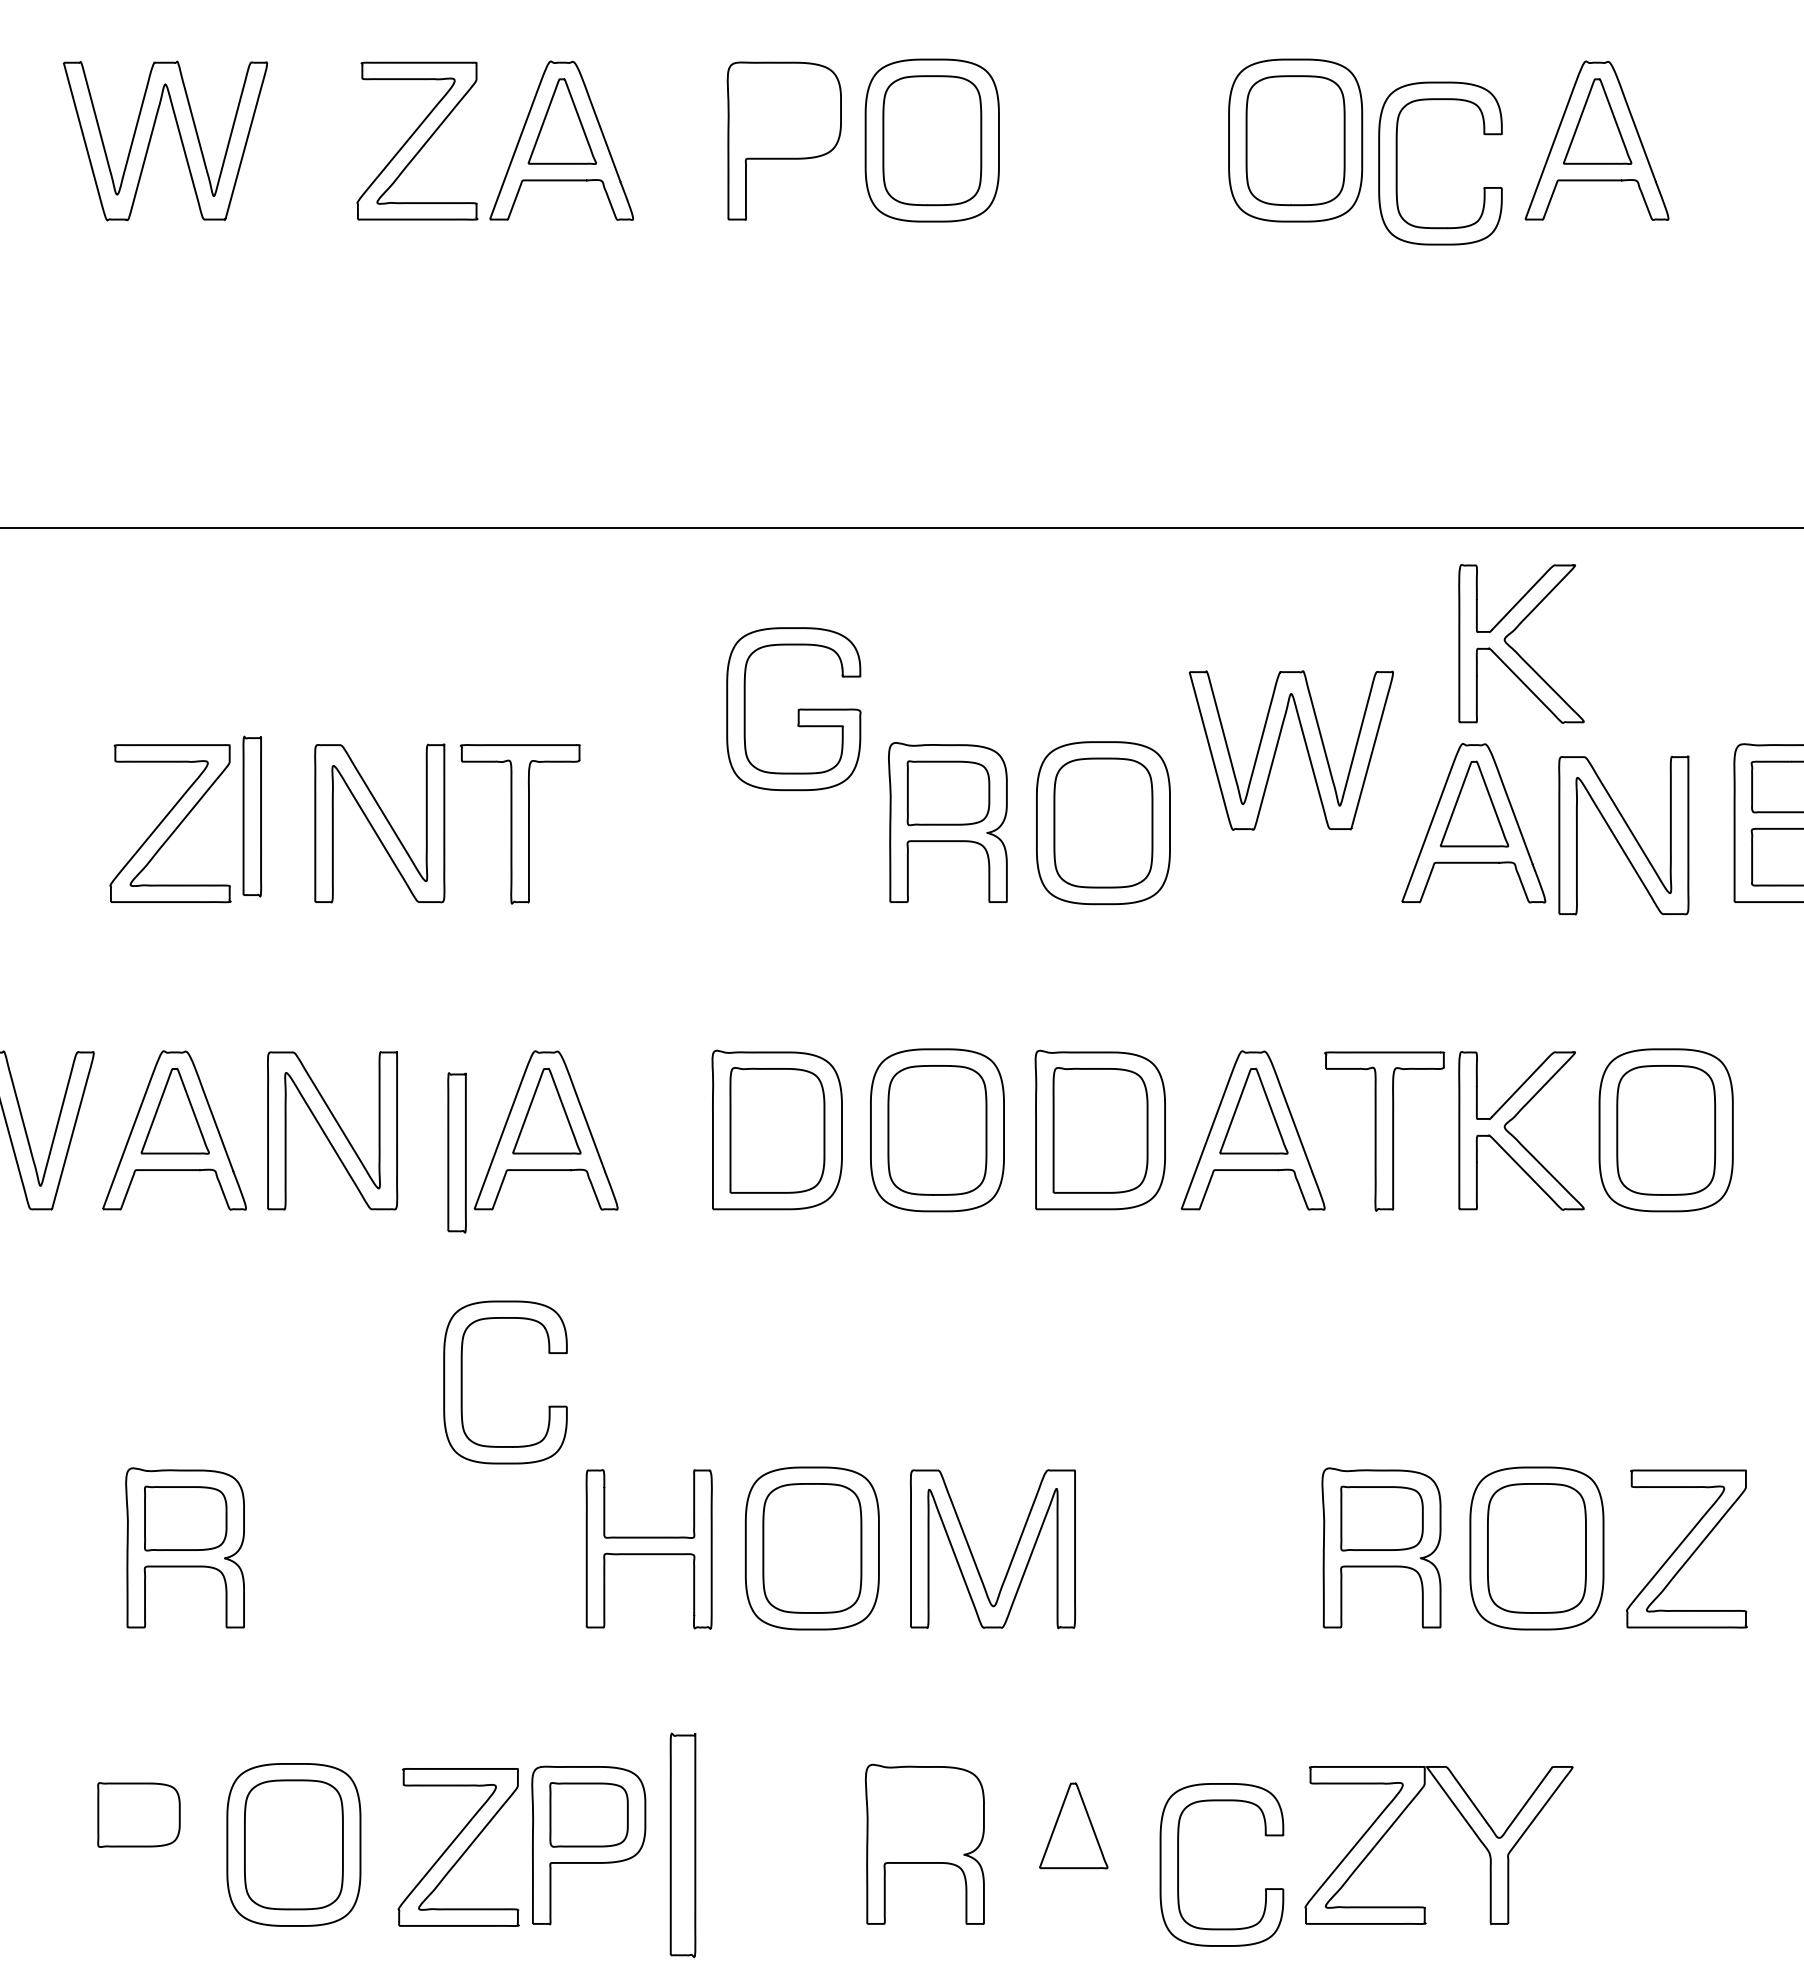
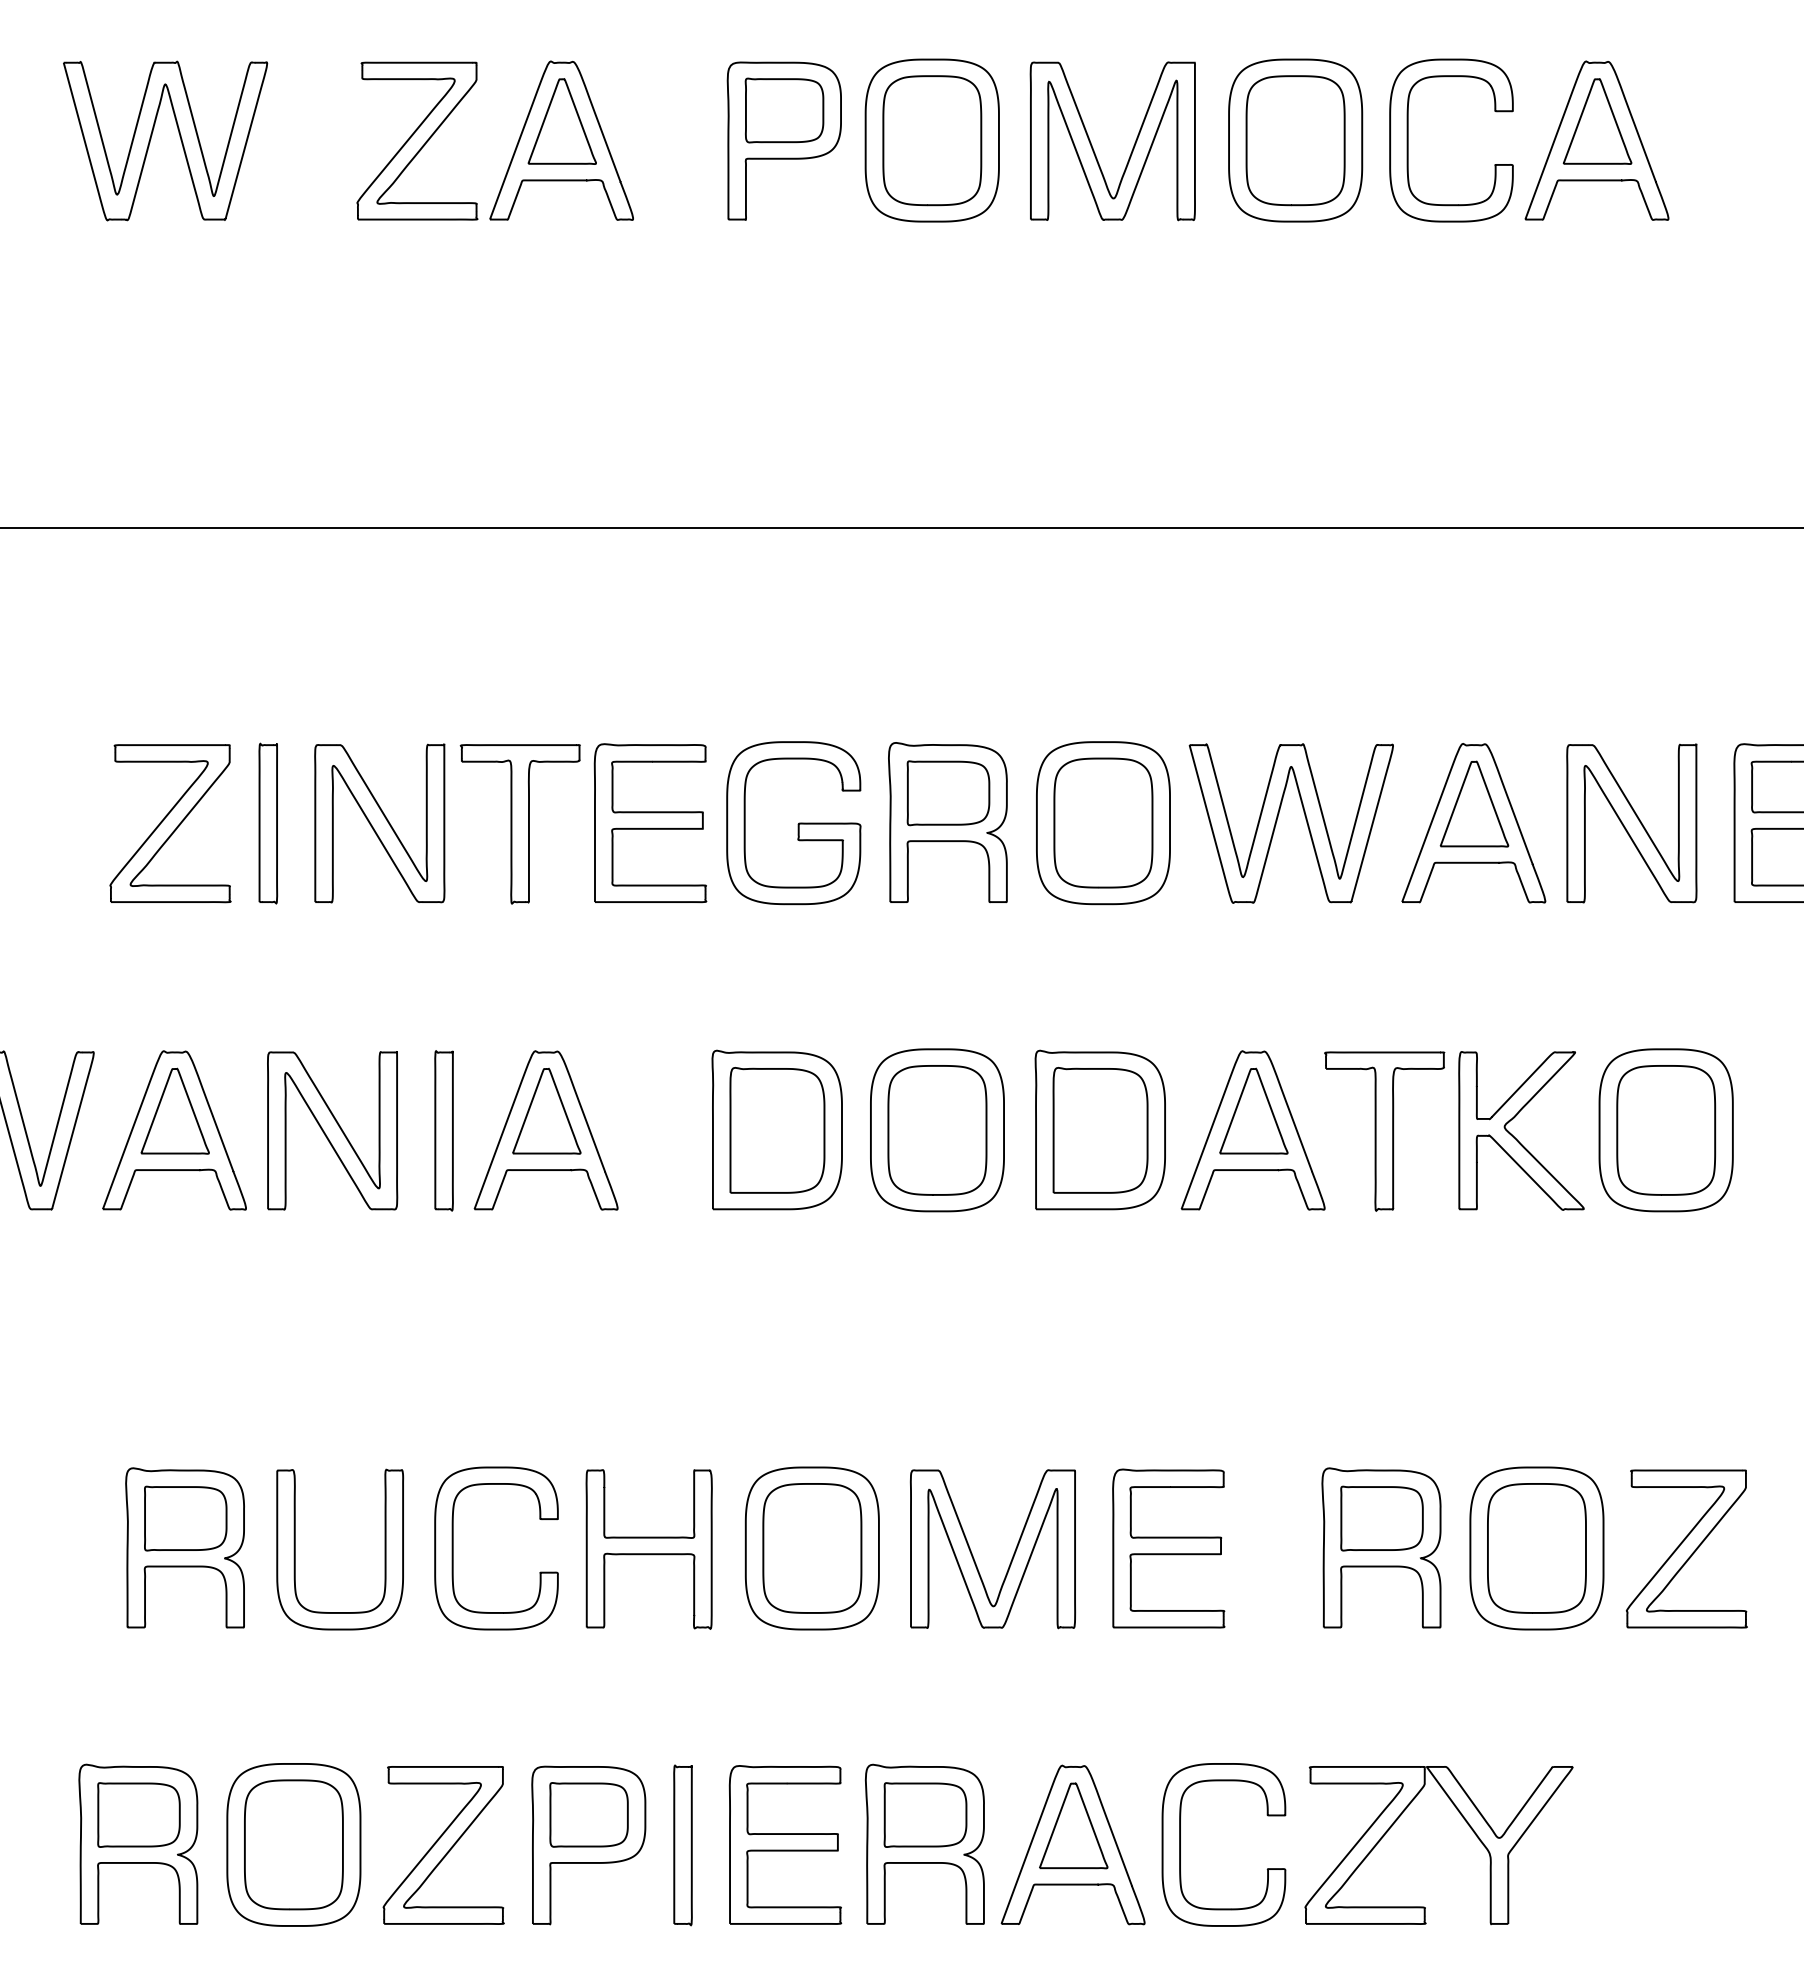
part at (784, 110): none -> present
part at (1093, 147): none -> present
part at (1397, 163) position: (1397, 163) -> (1408, 140)
part at (1514, 649): present -> none
part at (793, 709) position: (793, 709) -> (793, 823)
part at (1277, 748) position: (1277, 748) -> (1277, 821)
part at (252, 816) position: (252, 816) -> (268, 823)
part at (650, 823): none -> present
part at (1623, 835) position: (1623, 835) -> (1631, 823)
part at (456, 1152) position: (456, 1152) -> (443, 1130)
part at (462, 1382) position: (462, 1382) -> (453, 1548)
part at (1168, 1548): none -> present
part at (384, 1549): none -> present
part at (925, 1814): none -> present
part at (138, 1843): none -> present
part at (785, 1844): none -> present
part at (1072, 1844): none -> present
part at (682, 1845) size: 28x227 px -> 20x163 px
part at (458, 1847) position: (458, 1847) -> (443, 1845)
part at (1178, 1864) position: (1178, 1864) -> (1180, 1844)
